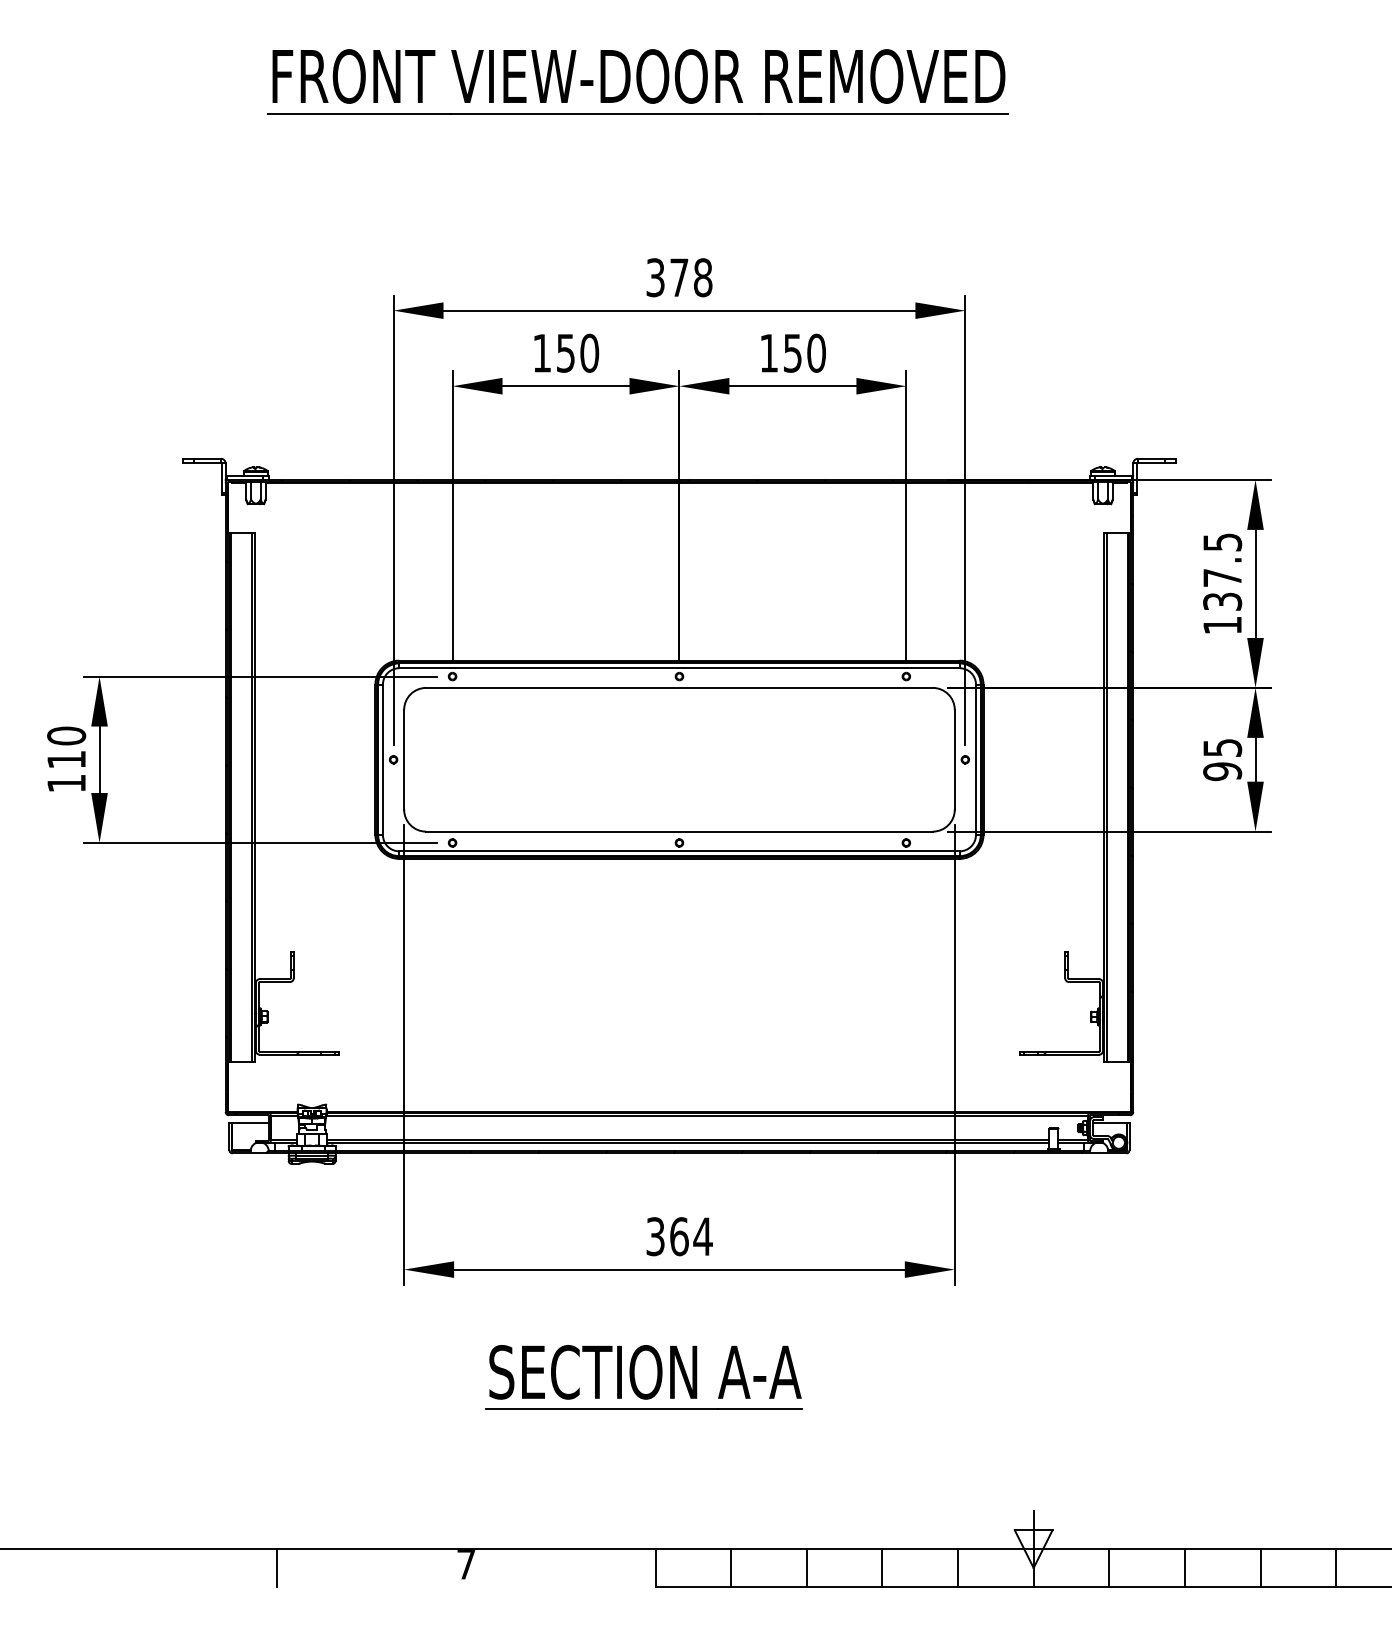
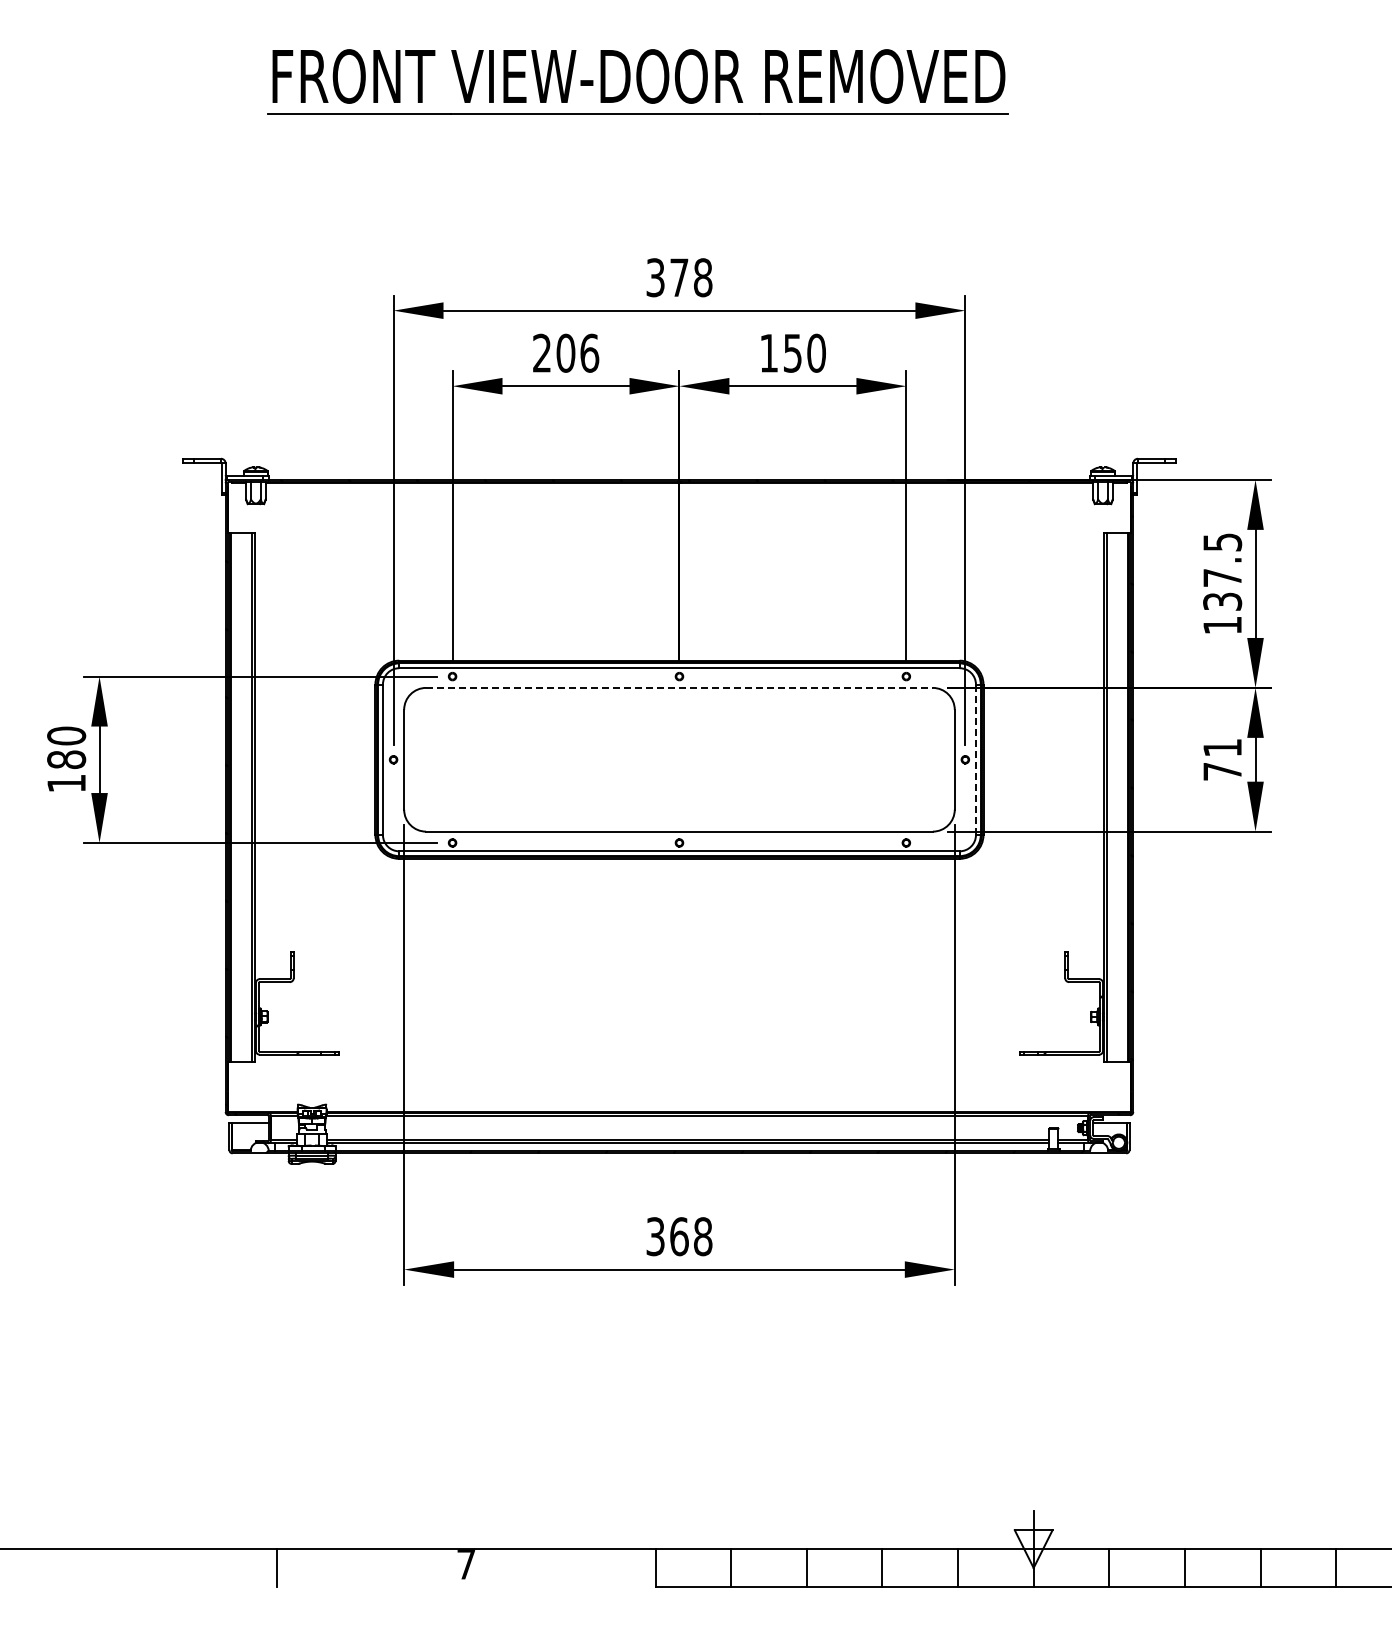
text at (566, 352): 150 -> 206
line at (679, 687): solid -> dashed
text at (66, 759): 110 -> 180
line at (975, 759): solid -> dashed
text at (1222, 760): 95 -> 71
text at (702, 1236): 364 -> 368
part at (643, 1377): present -> none
